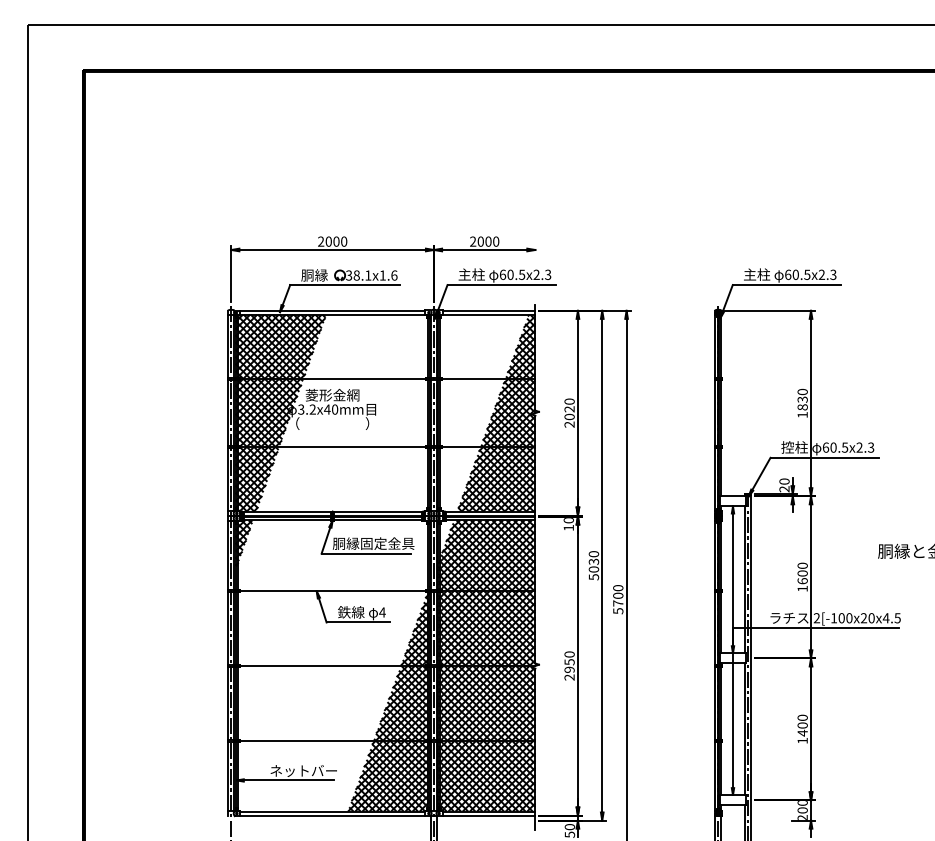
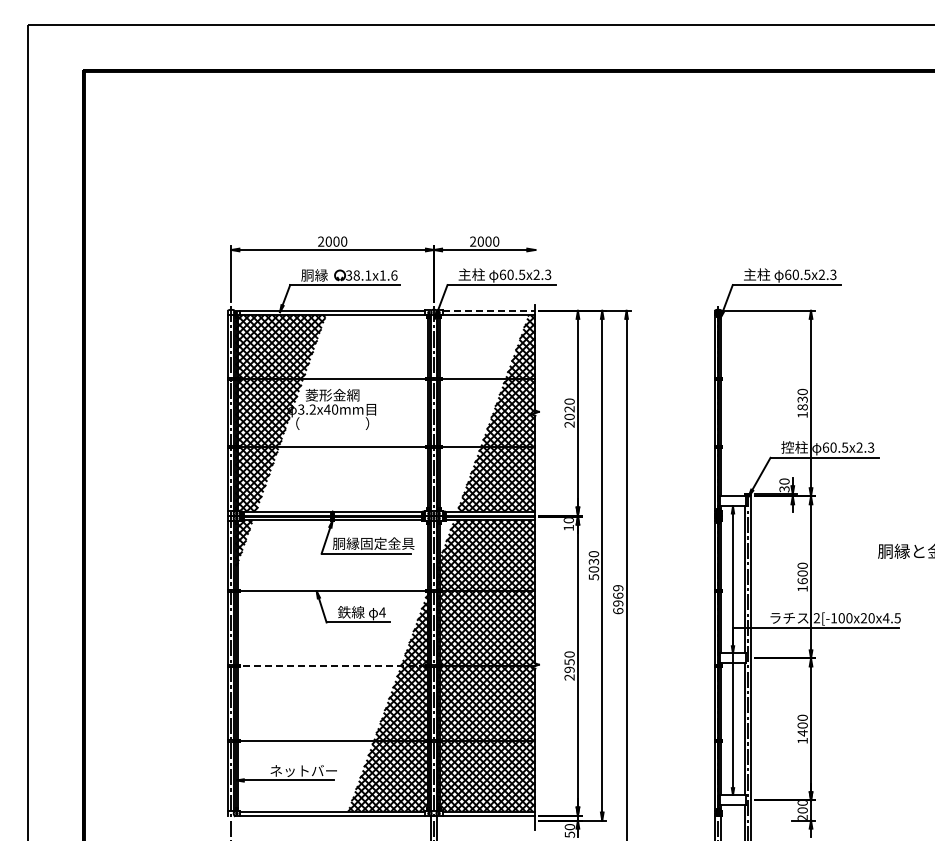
line at (489, 310): solid -> dashed
text at (784, 489): 20 -> 30
text at (618, 599): 5700 -> 6969
line at (332, 666): solid -> dashed
